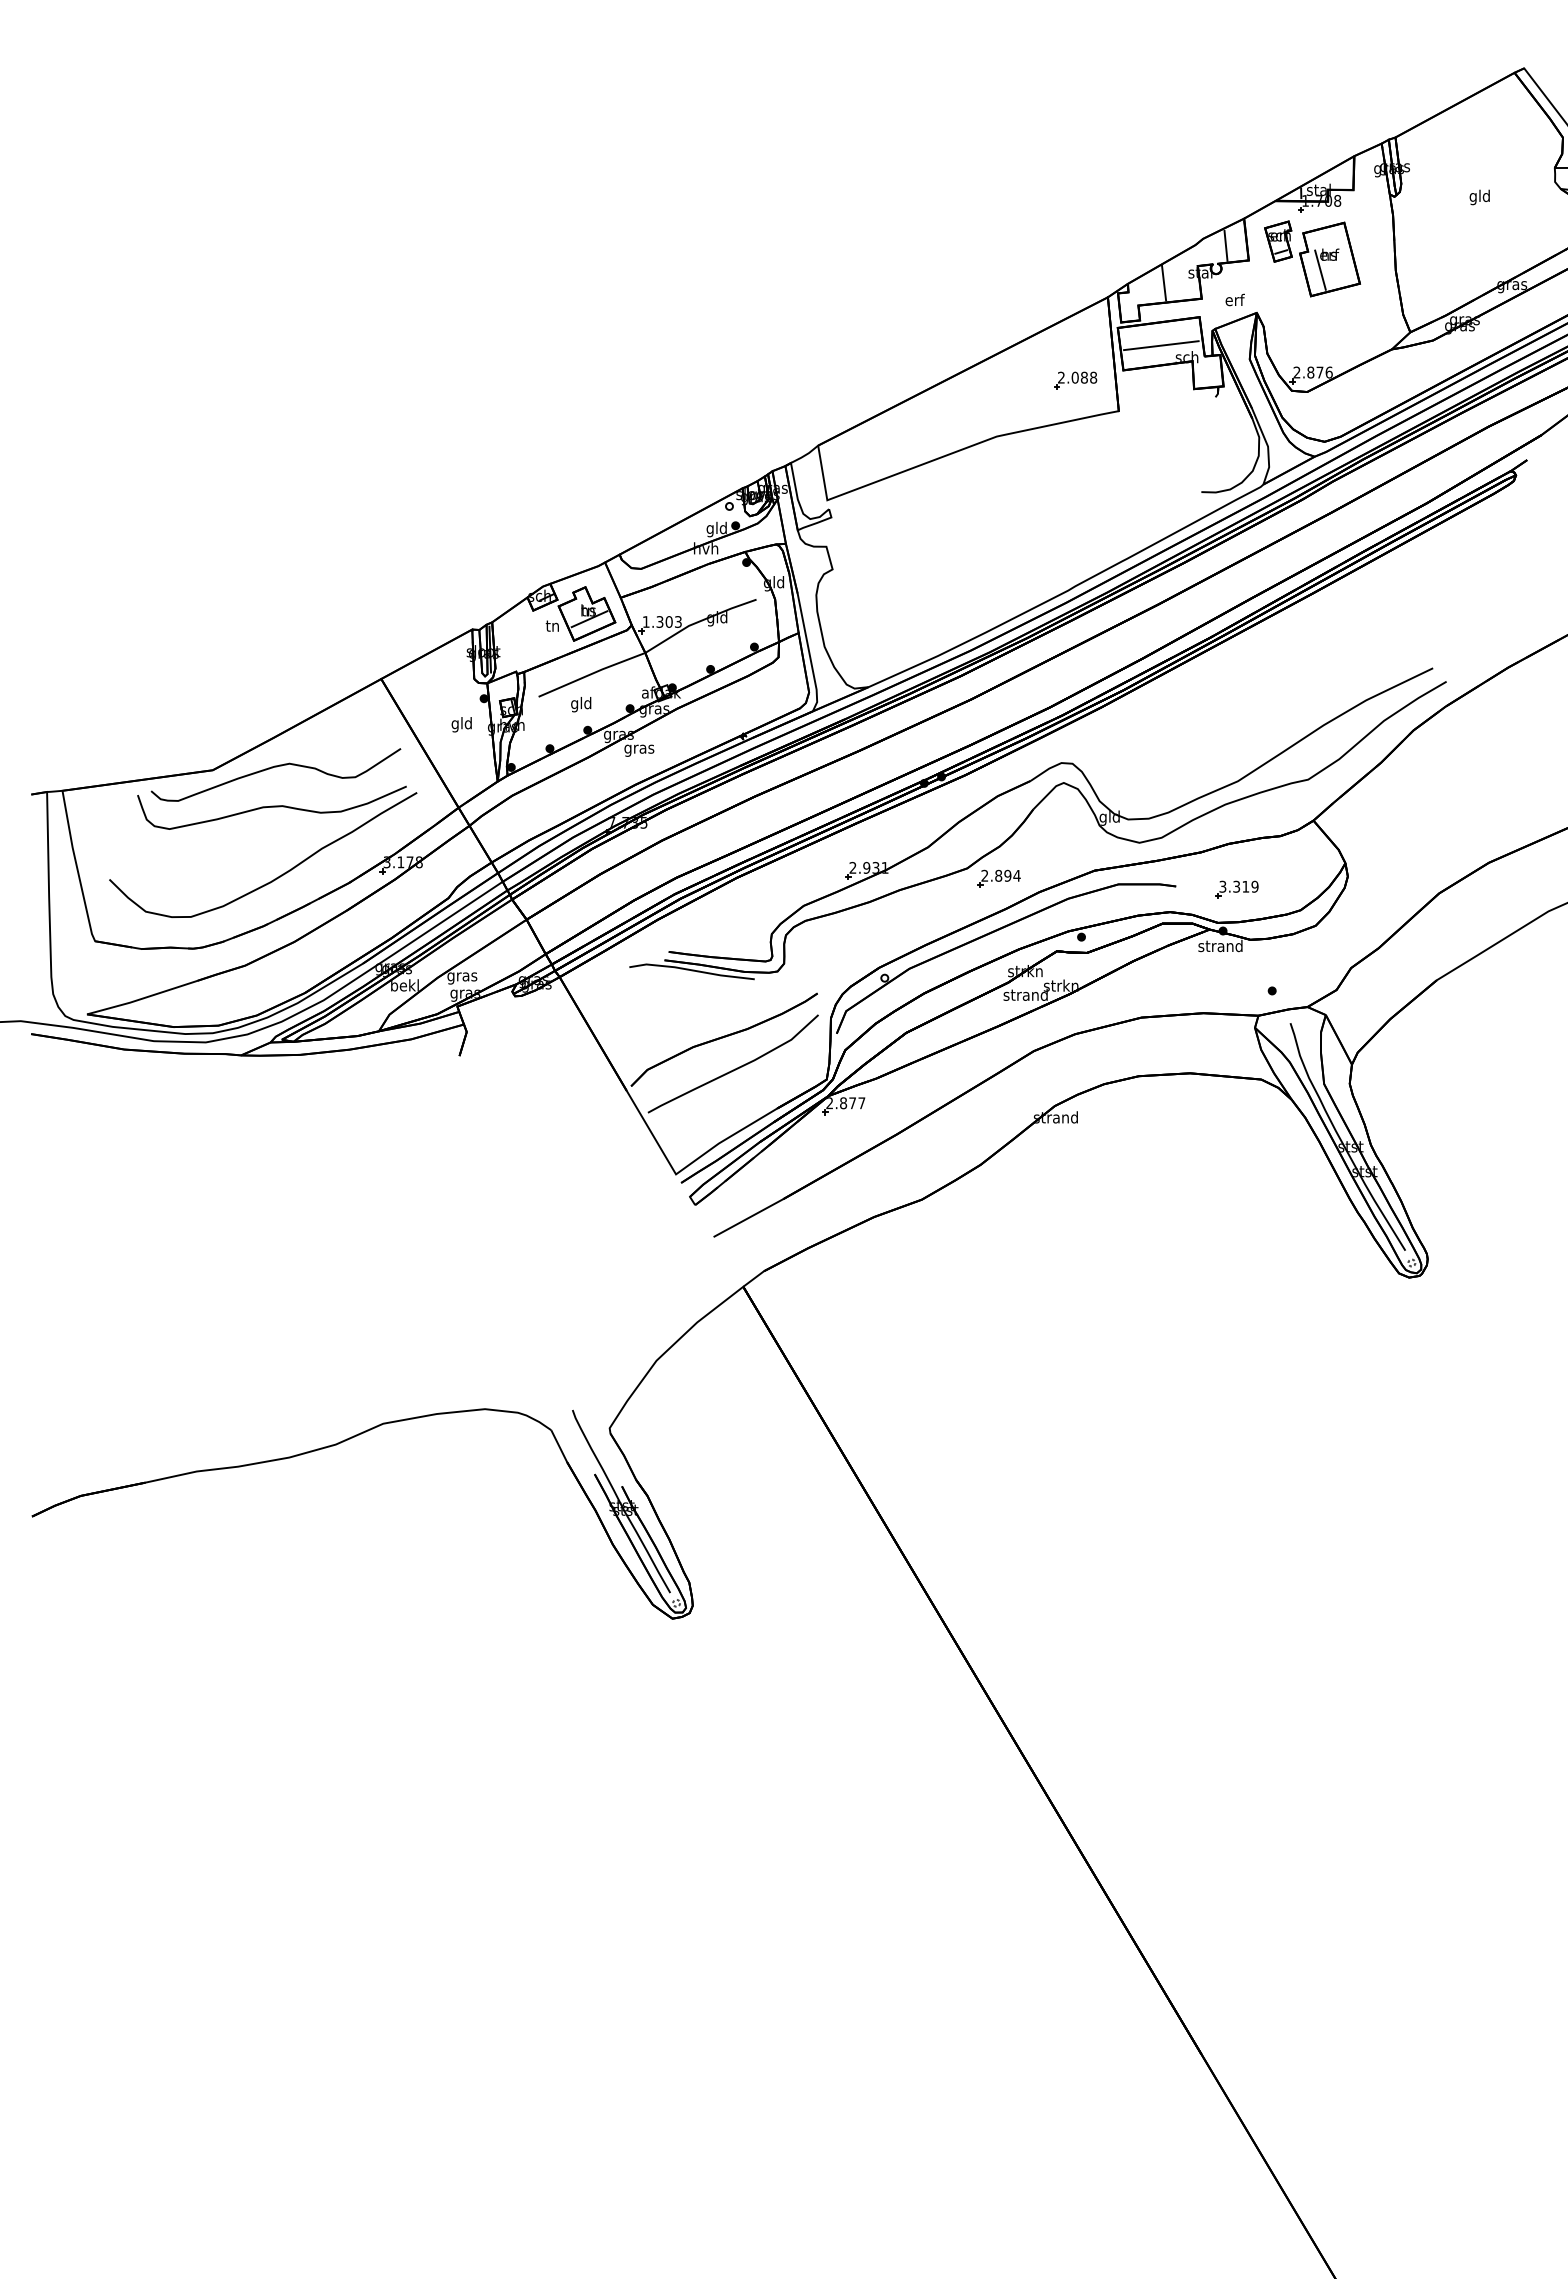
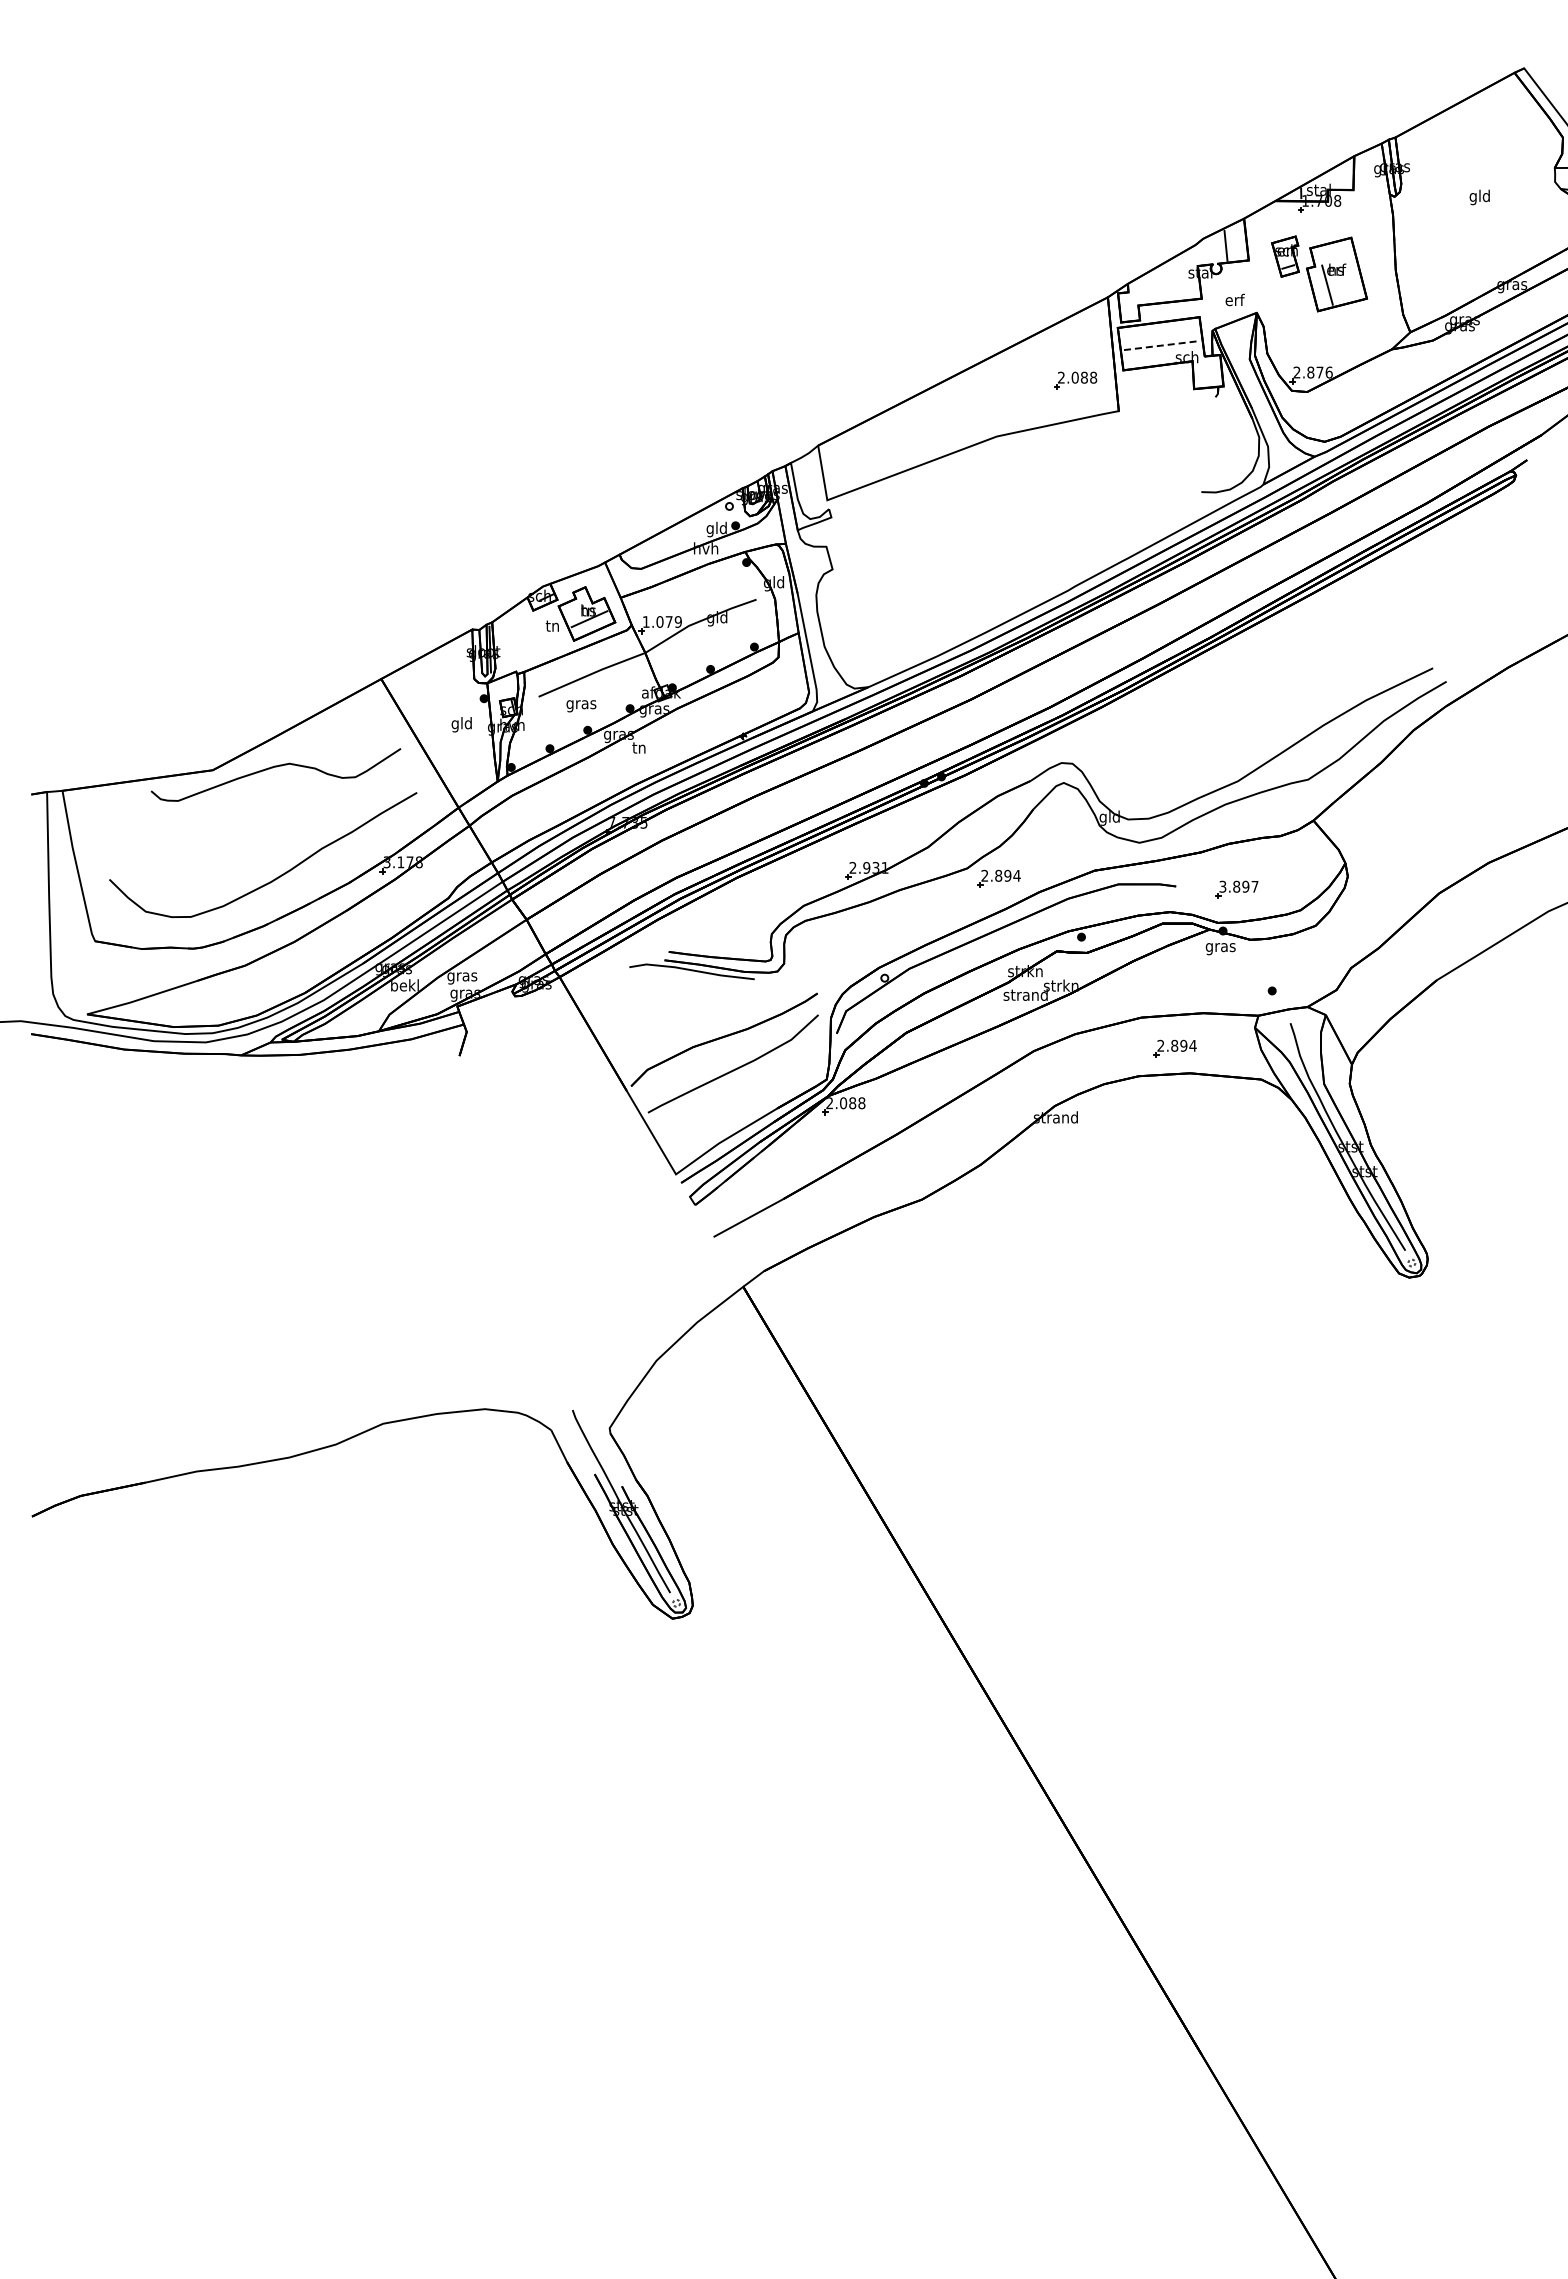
part at (1312, 258) position: (1312, 258) -> (1319, 273)
line at (1163, 282): present -> none
line at (1161, 345): solid -> dashed
text at (668, 621): 1.303 -> 1.079
text at (581, 704): gld -> gras
text at (639, 749): gras -> tn
curve at (271, 807): present -> none
text at (1245, 886): 3.319 -> 3.897
text at (1220, 947): strand -> gras
part at (1174, 1048): none -> present
text at (852, 1103): 2.877 -> 2.088
